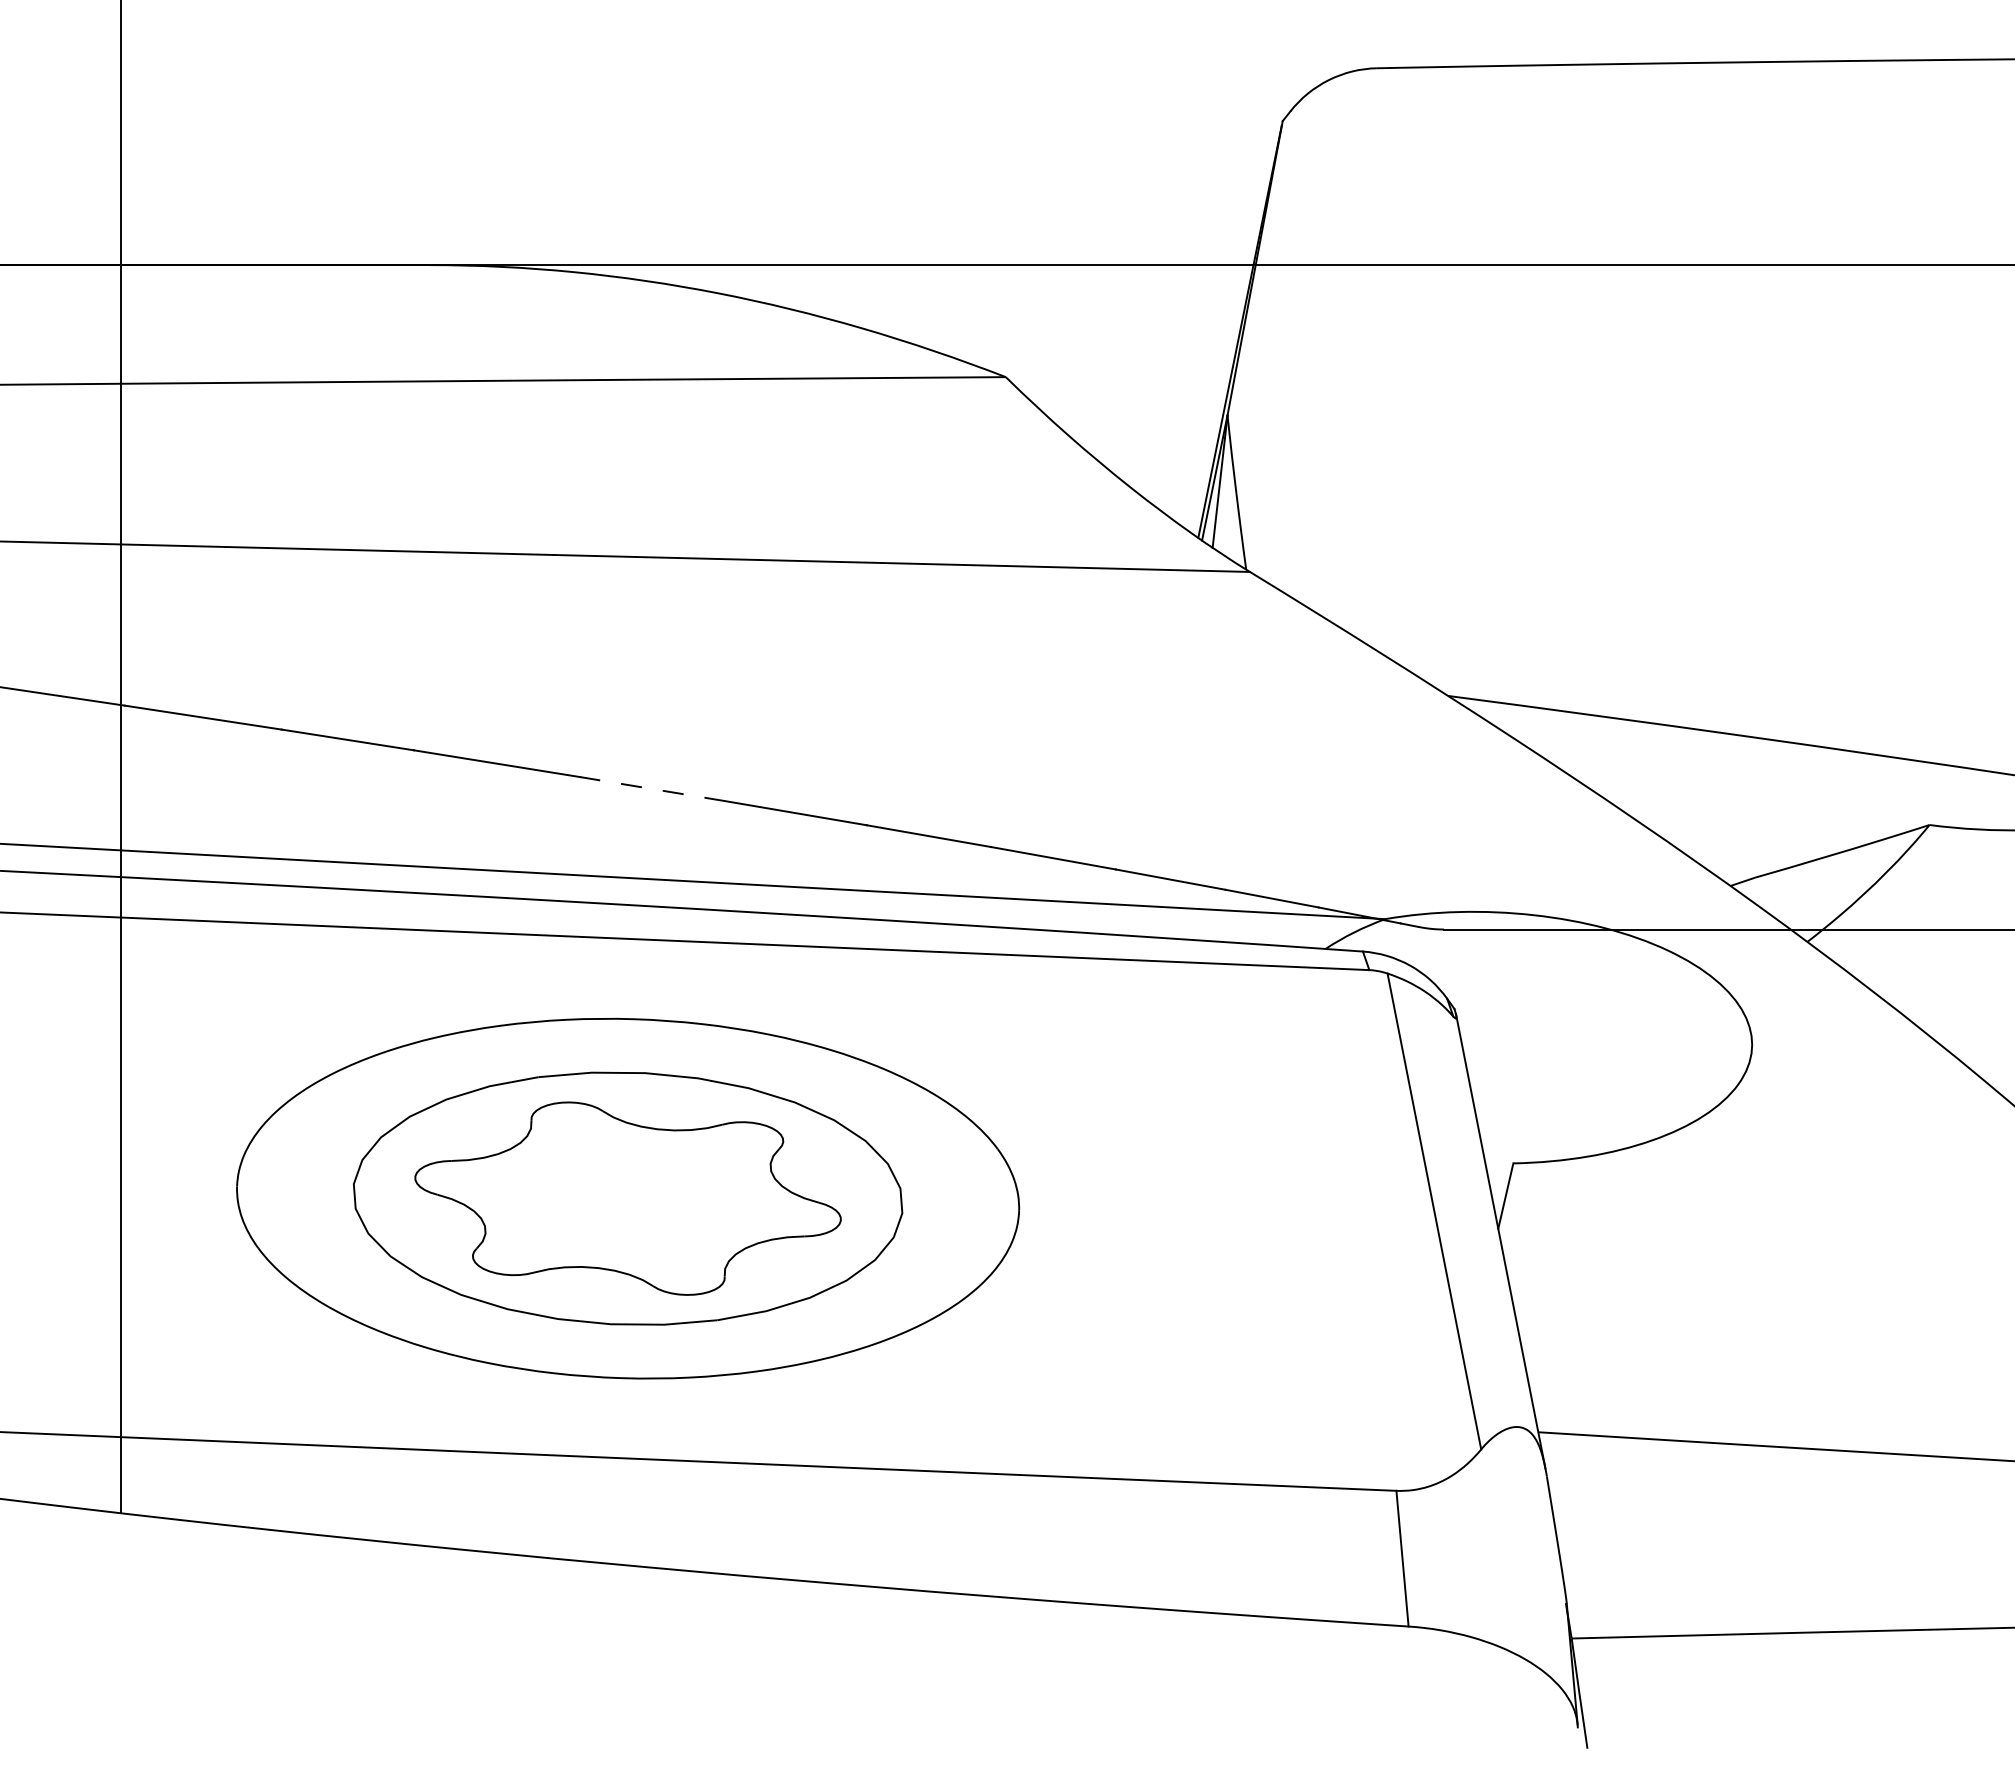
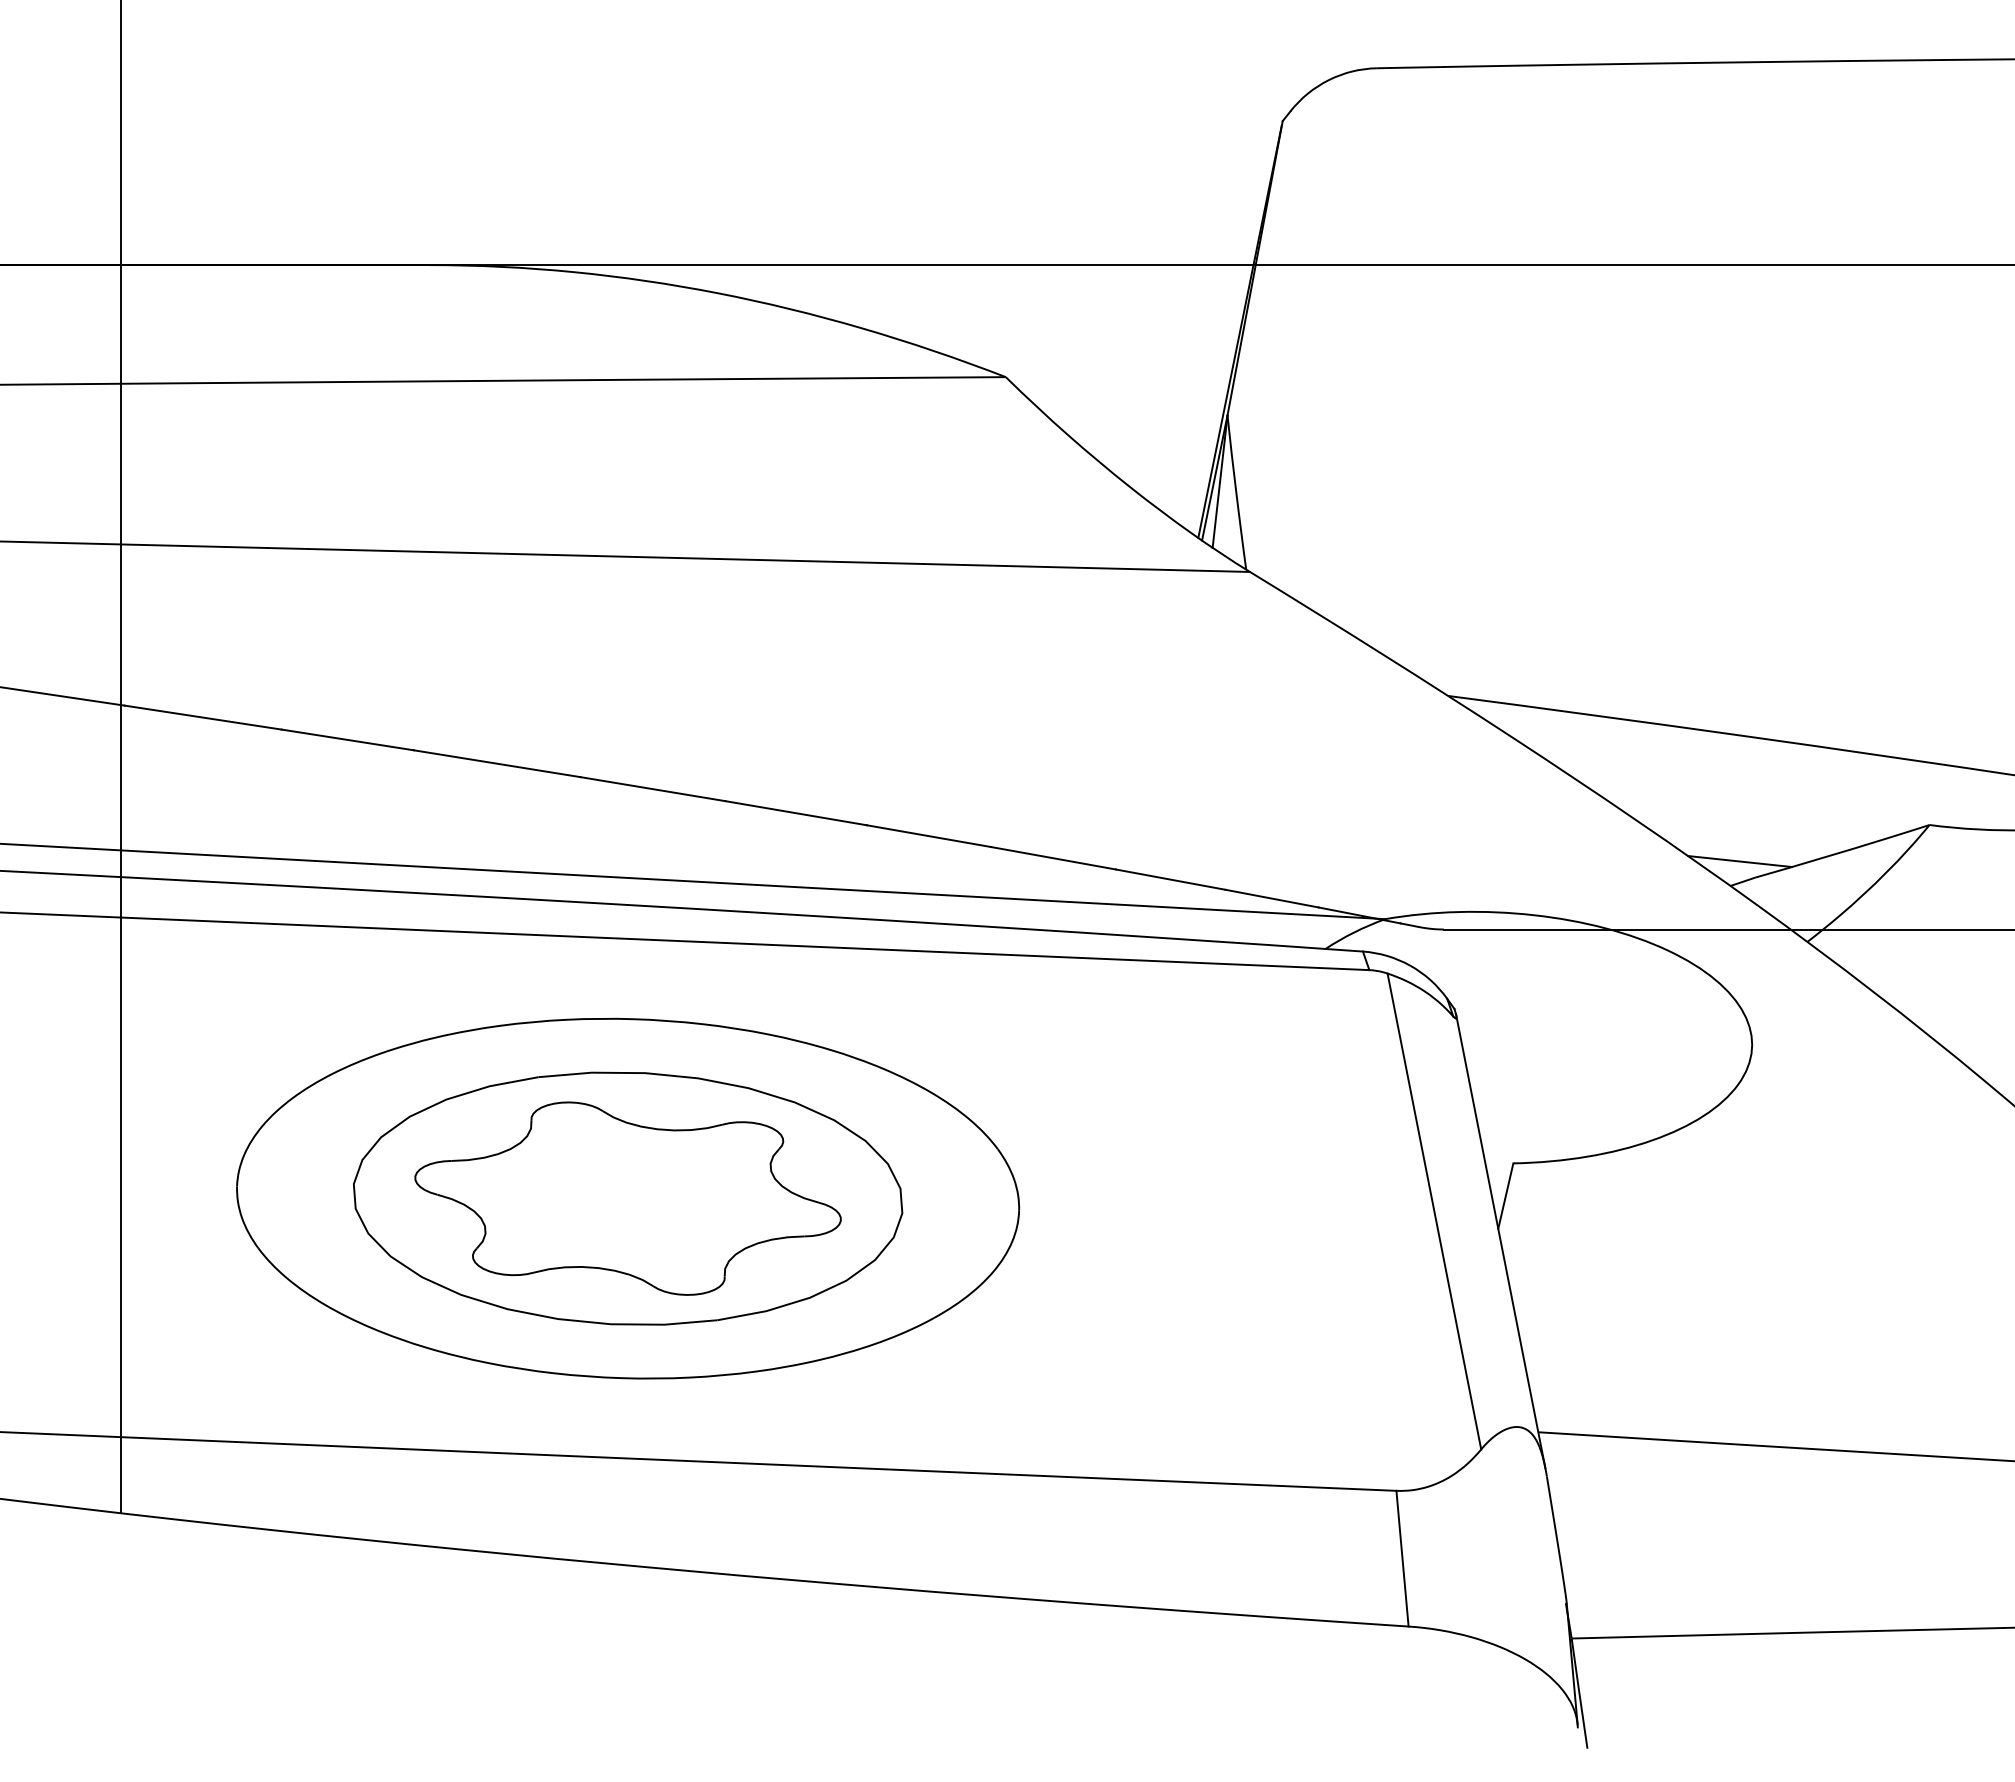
line at (652, 789): dashed -> solid
line at (1739, 861): none -> present
